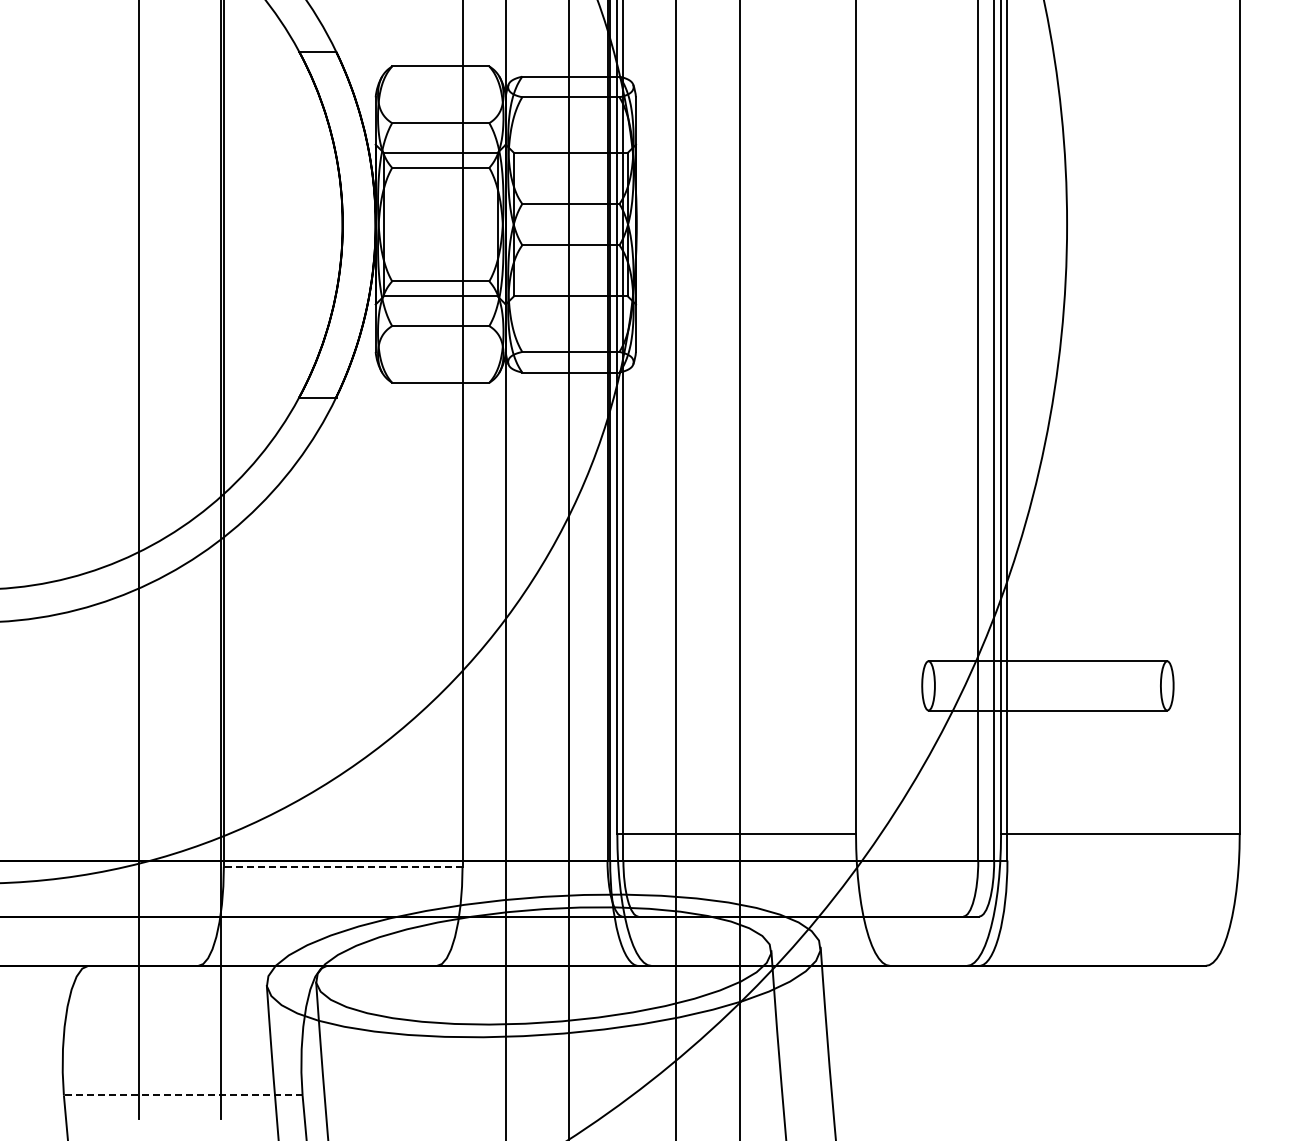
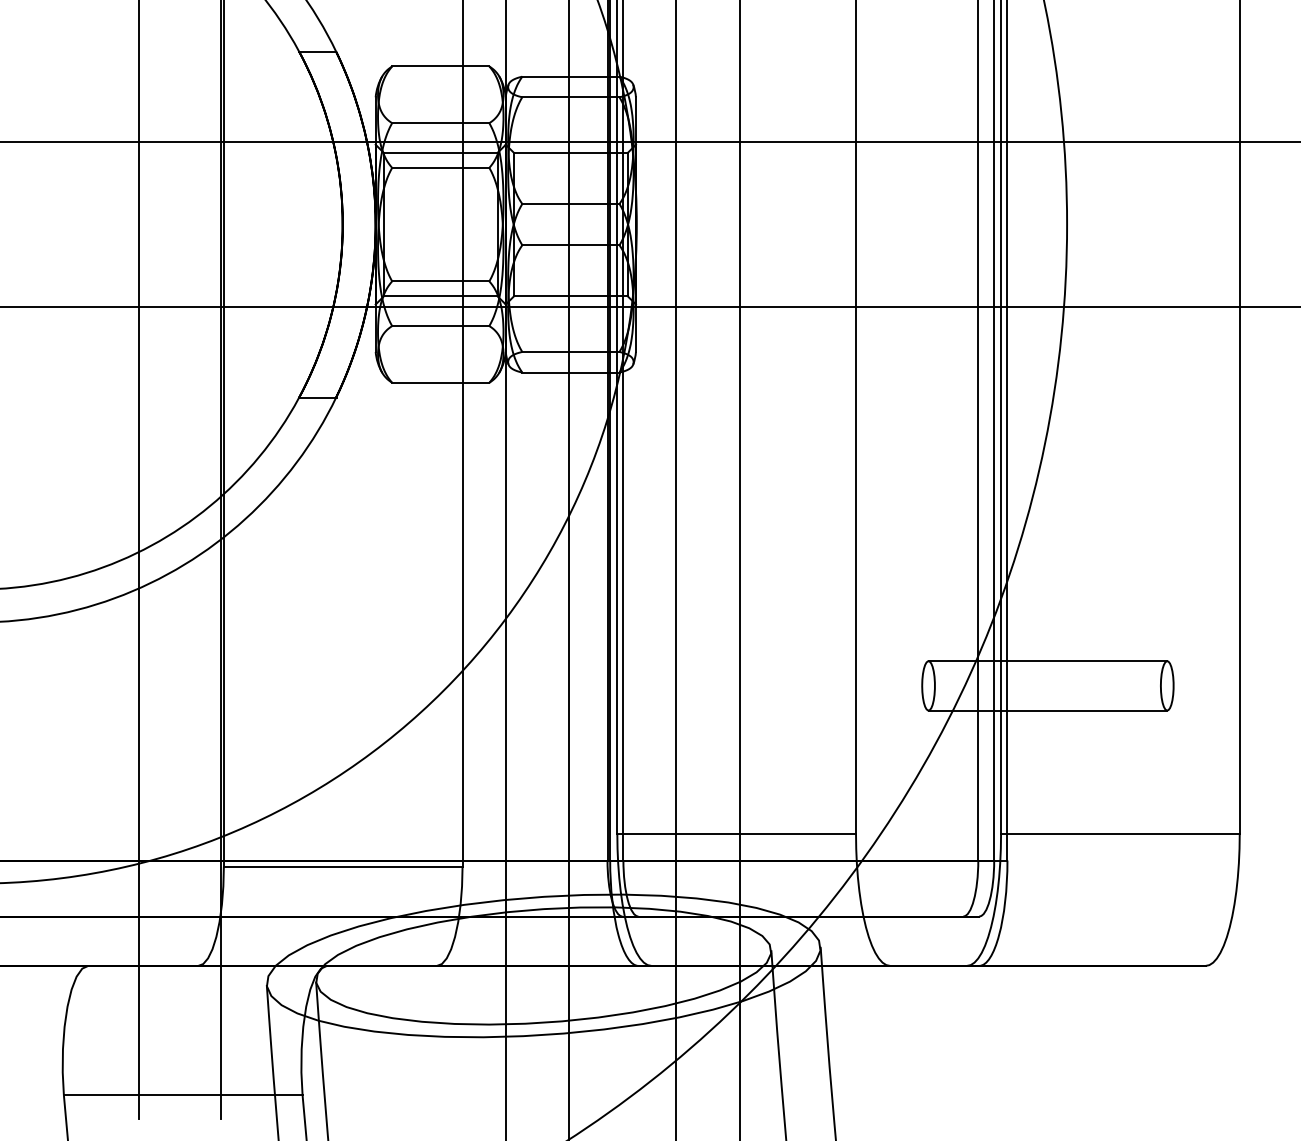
line at (649, 142): none -> present
line at (649, 306): none -> present
line at (342, 867): dashed -> solid
line at (182, 1095): dashed -> solid
